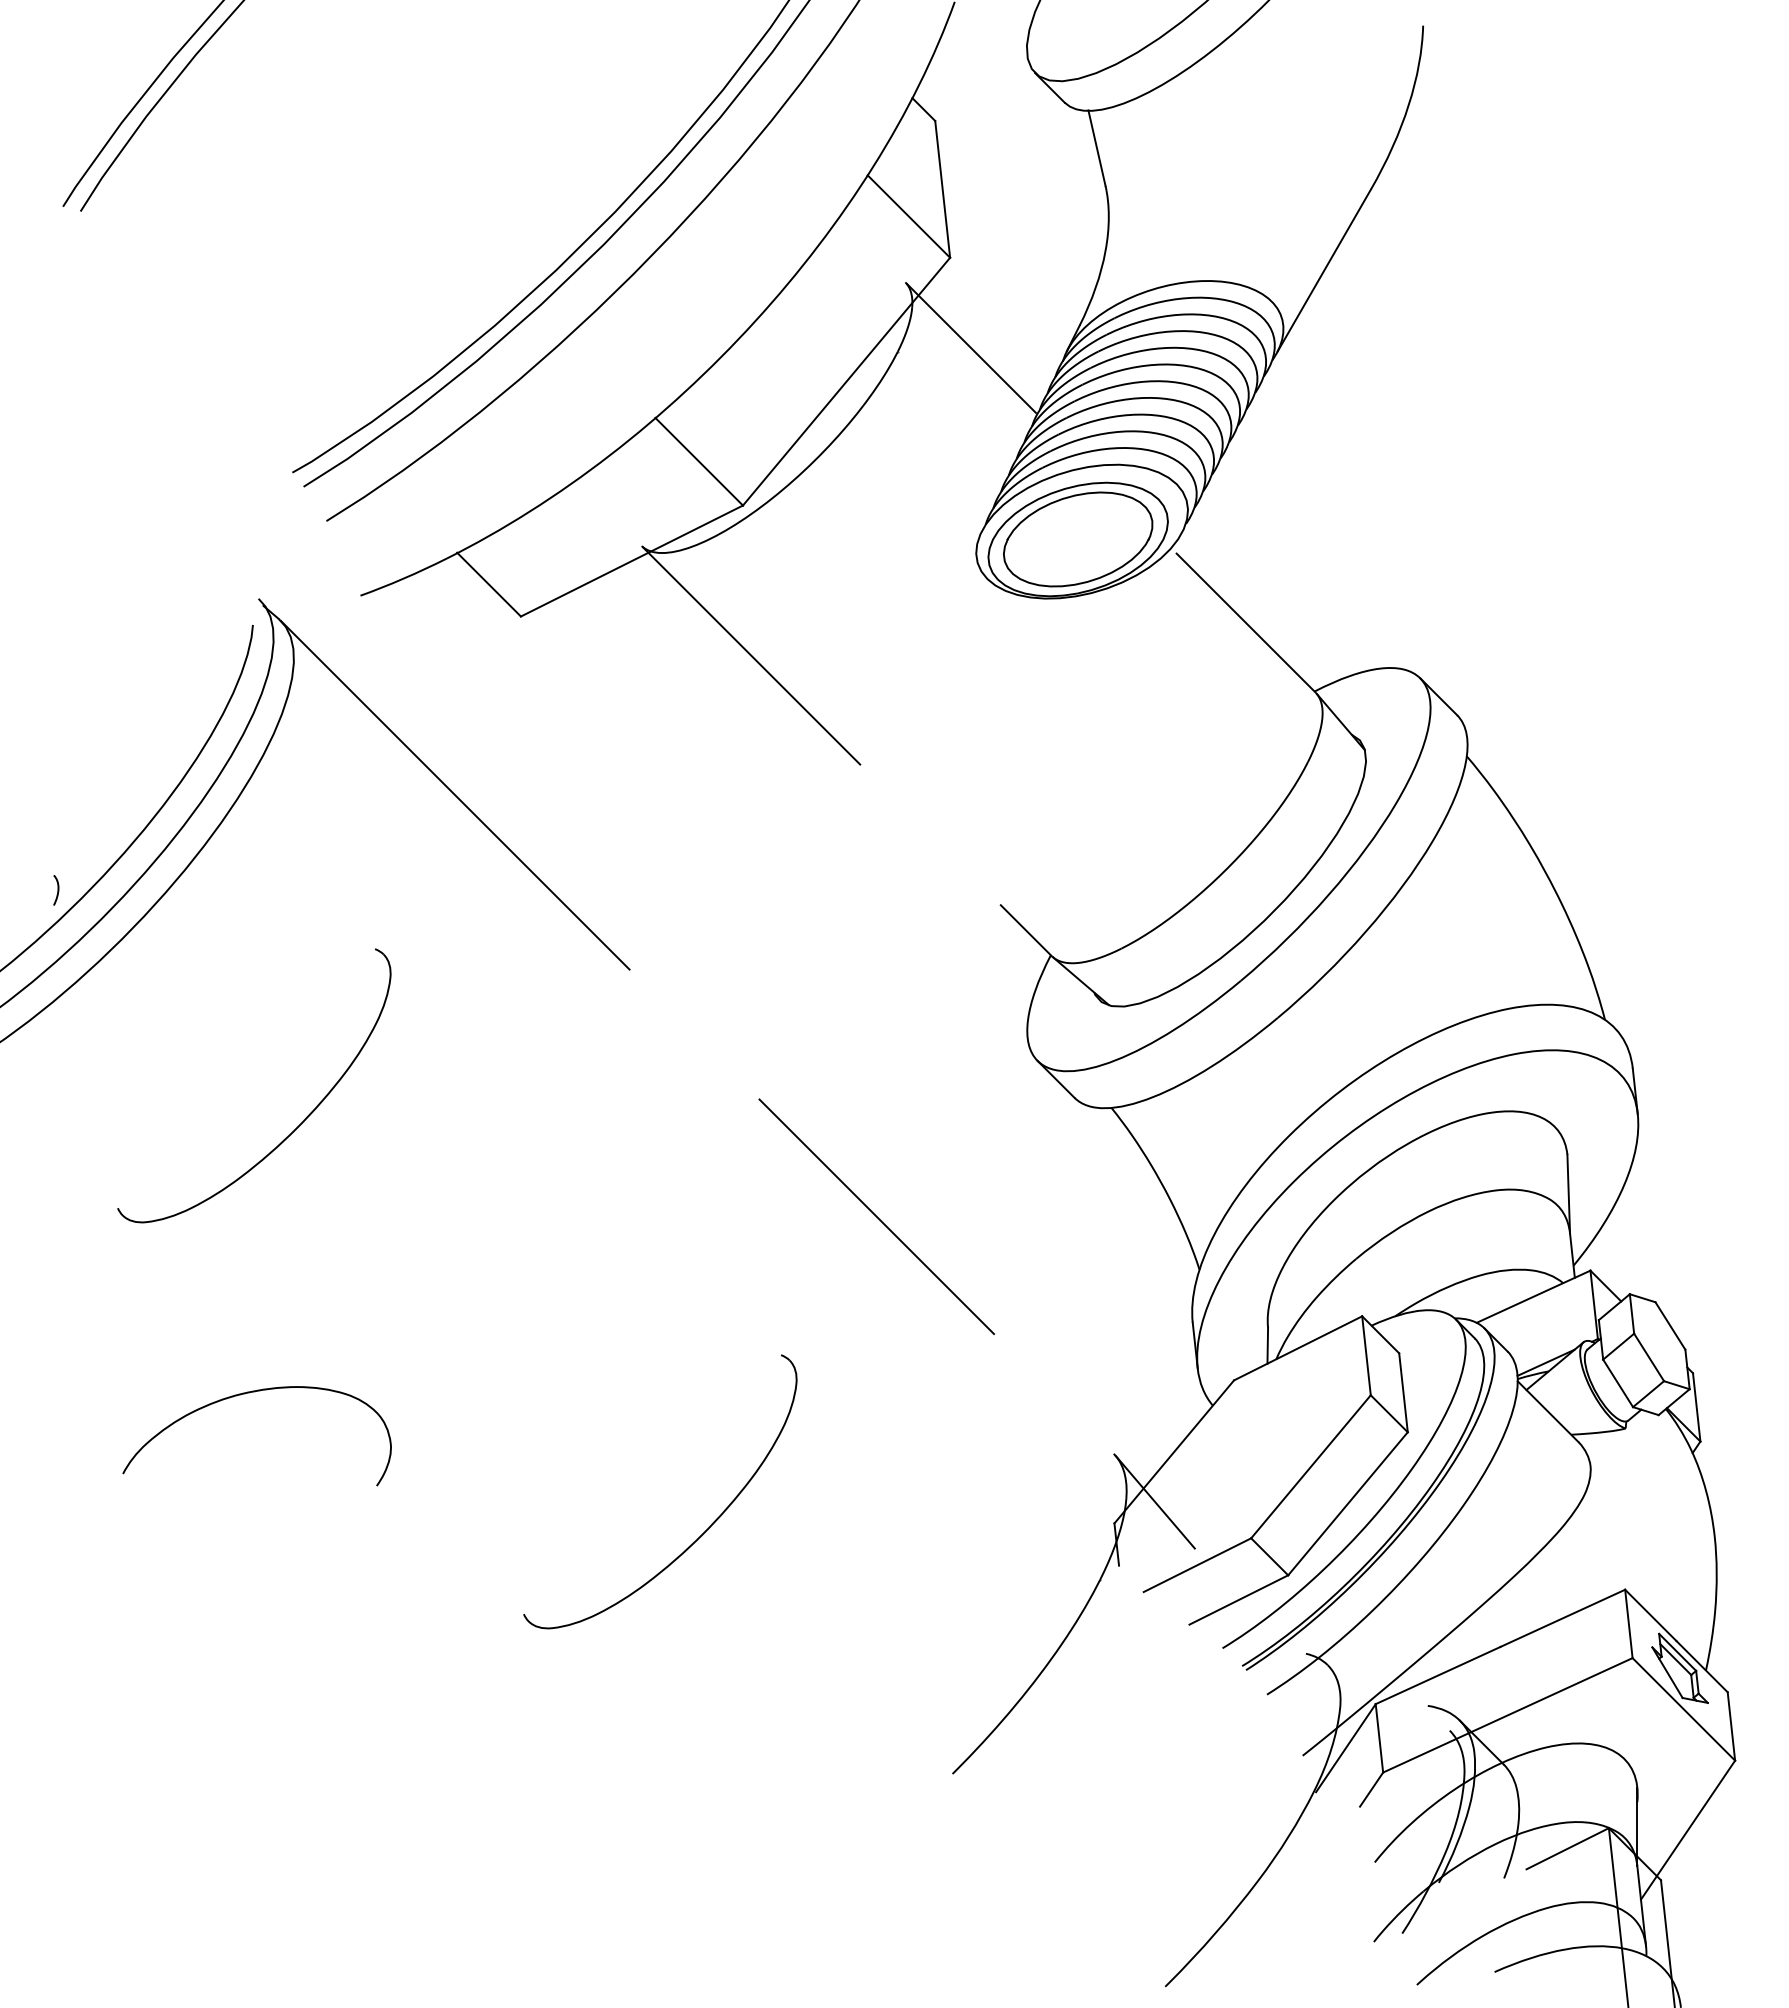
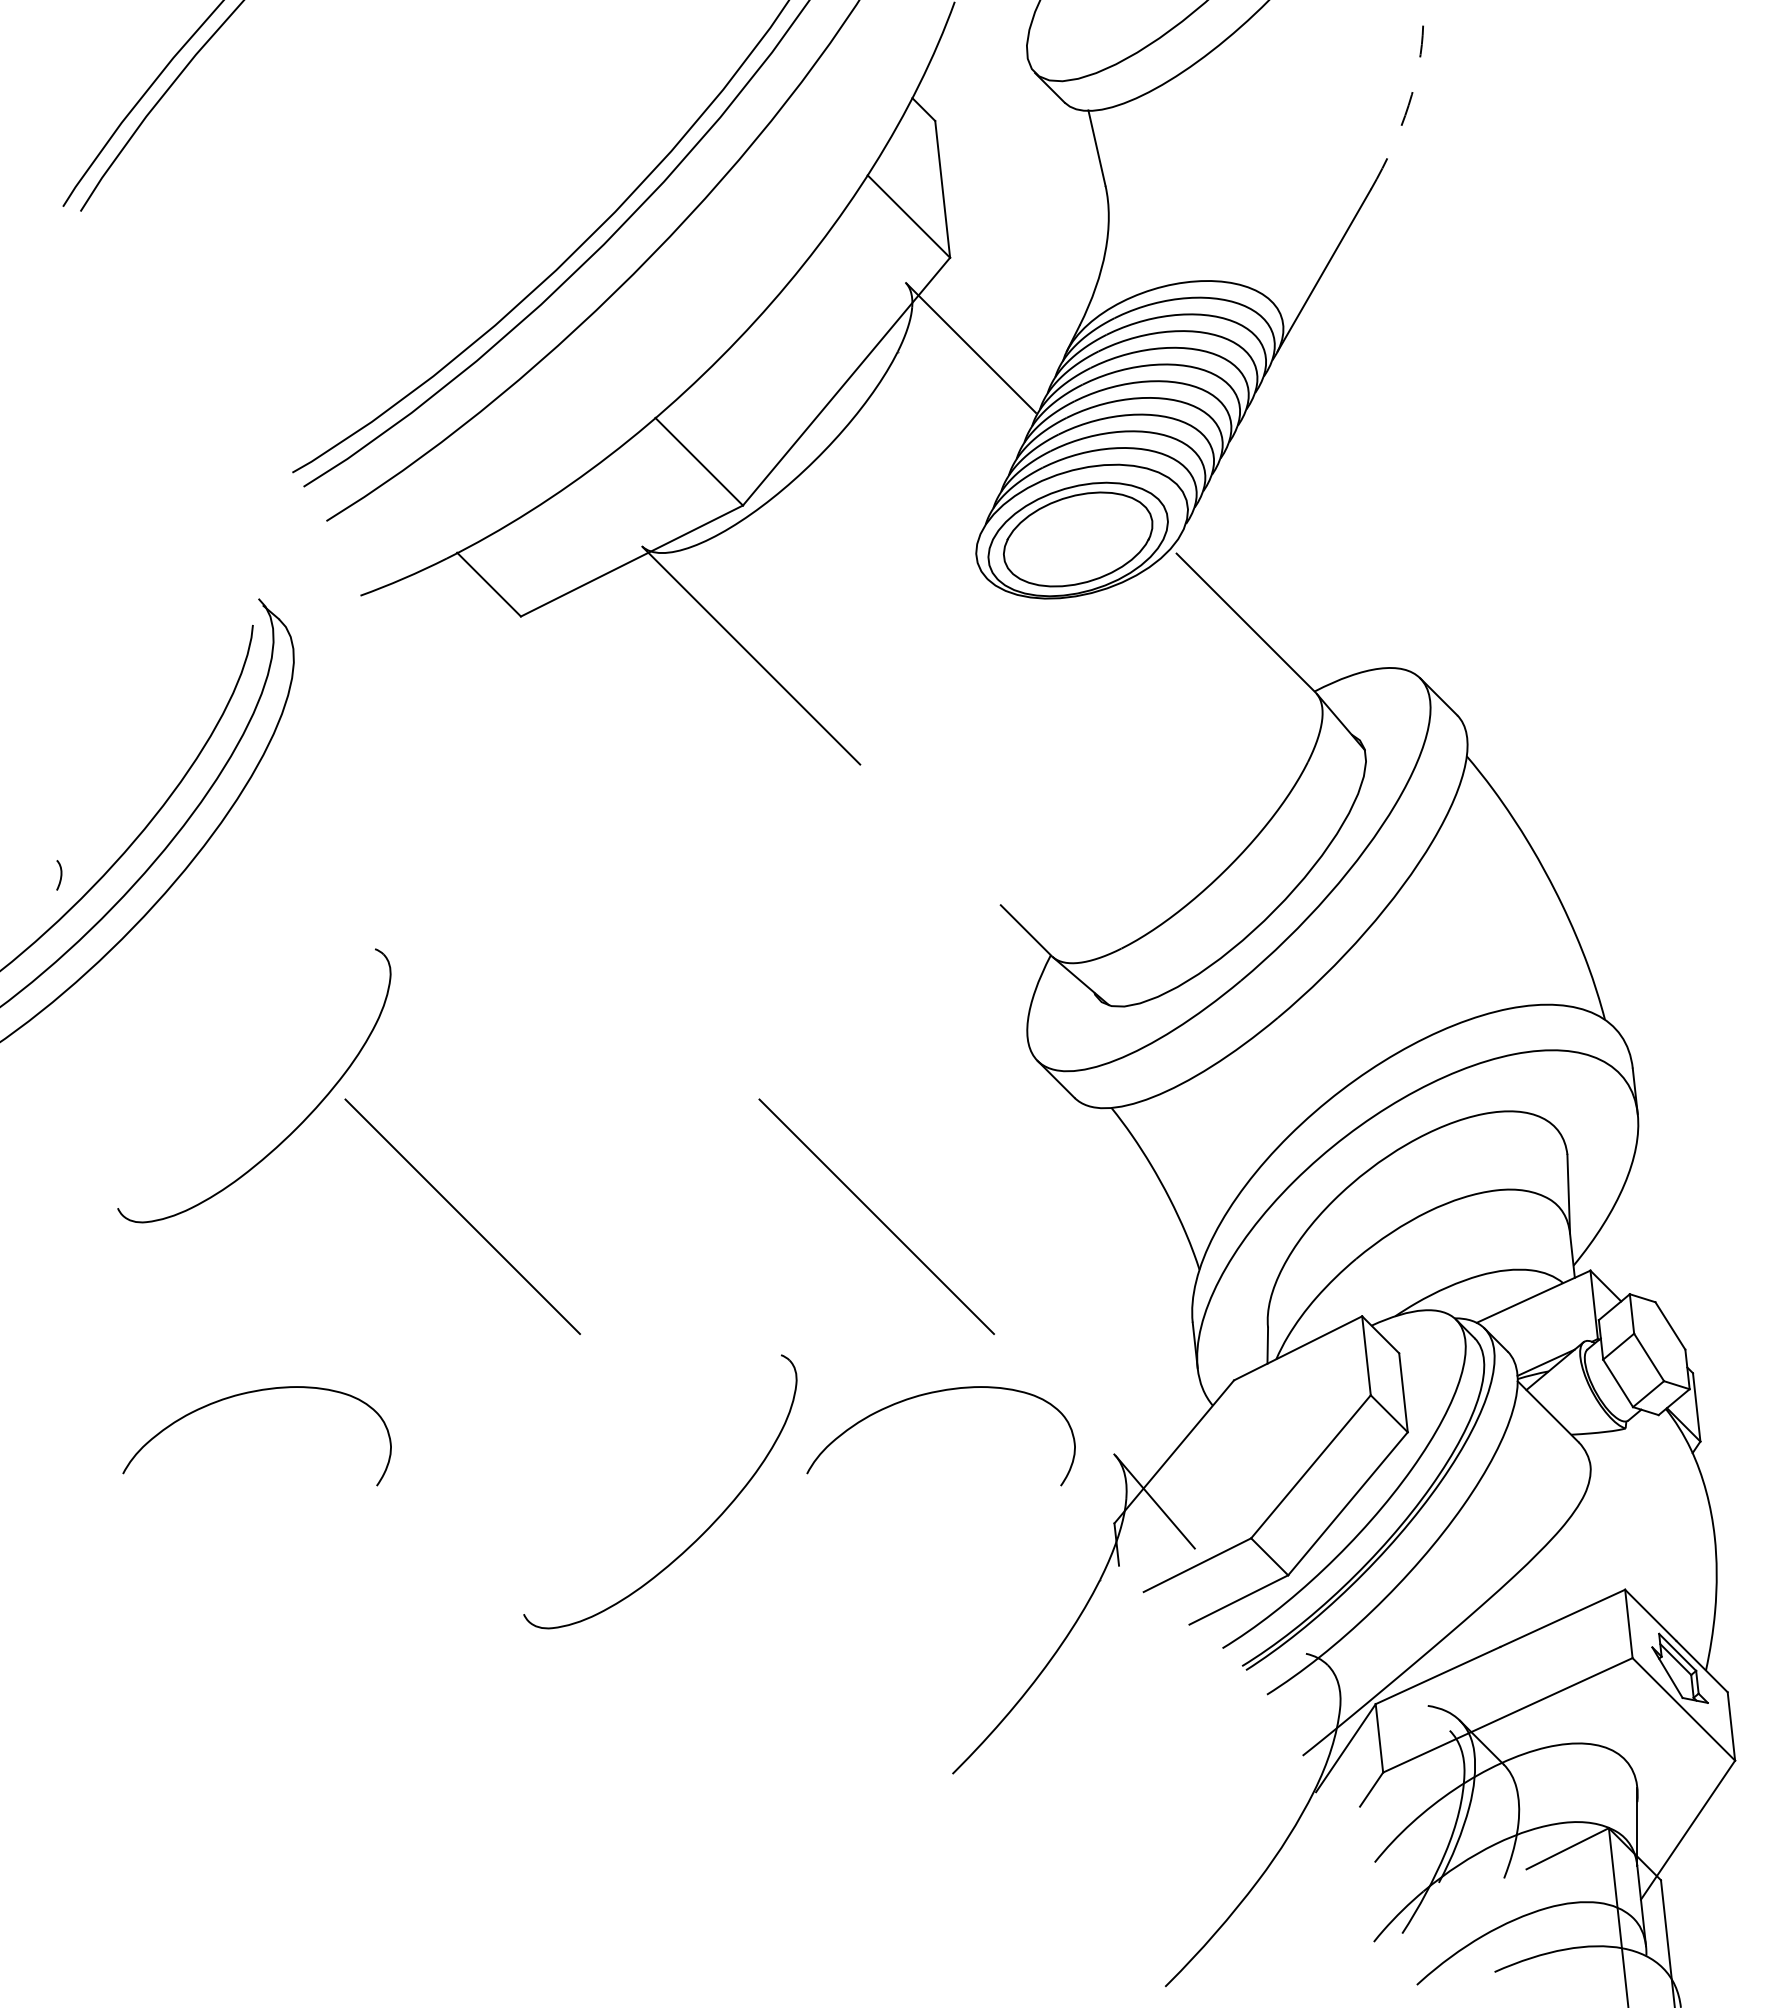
arc at (1407, 109): solid -> dashed
line at (455, 795): present -> none
arc at (57, 890) position: (57, 890) -> (60, 875)
line at (462, 1216): none -> present
curve at (929, 1394): none -> present
